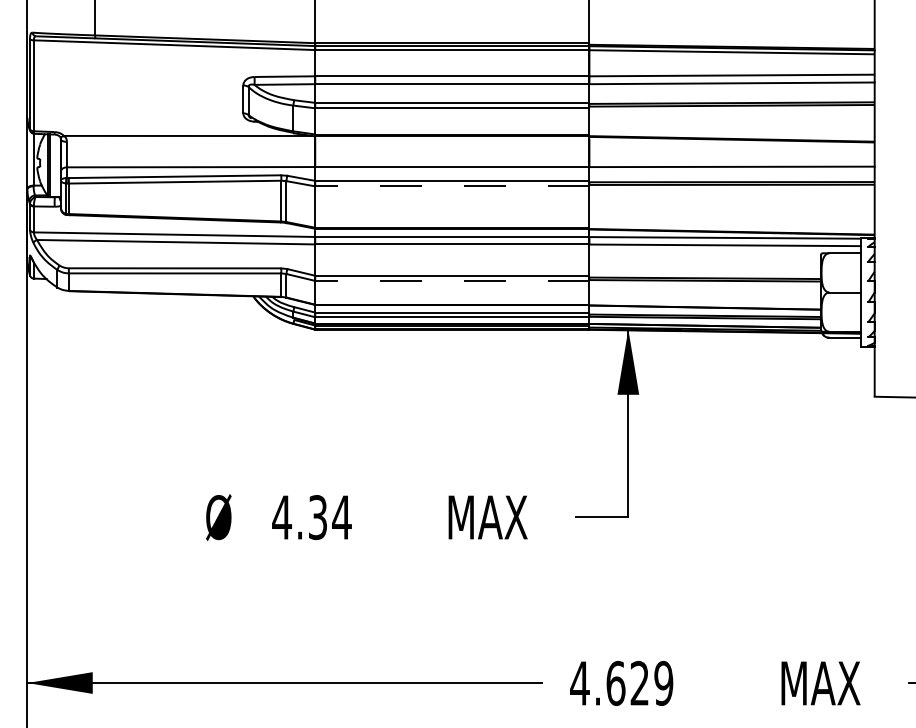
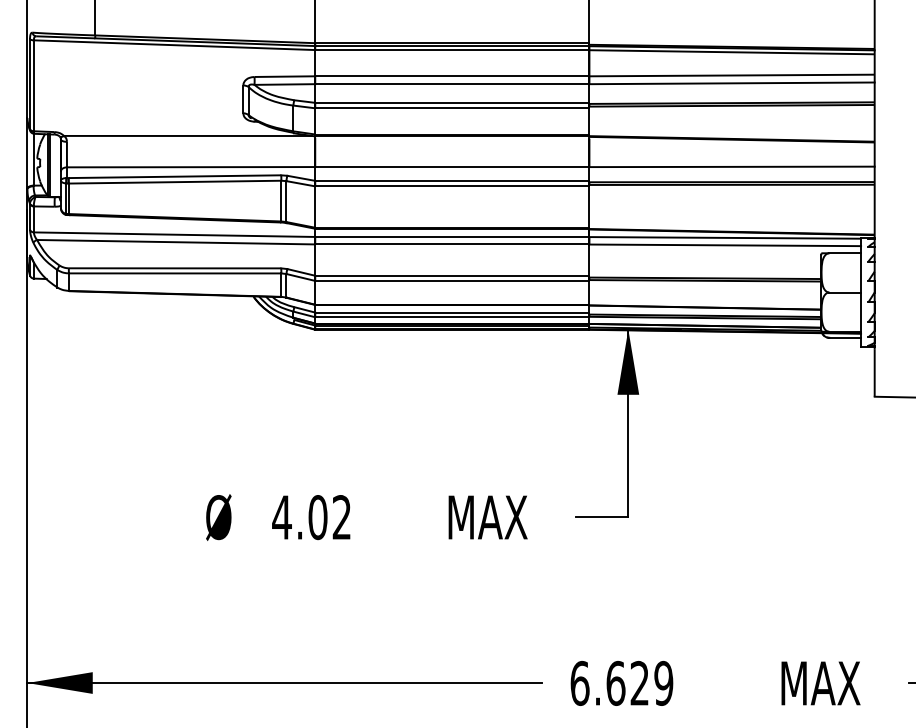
line at (451, 186): dashed -> solid
line at (451, 280): dashed -> solid
text at (329, 517): 4.34 -> 4.02
text at (579, 682): 4.629 -> 6.629
